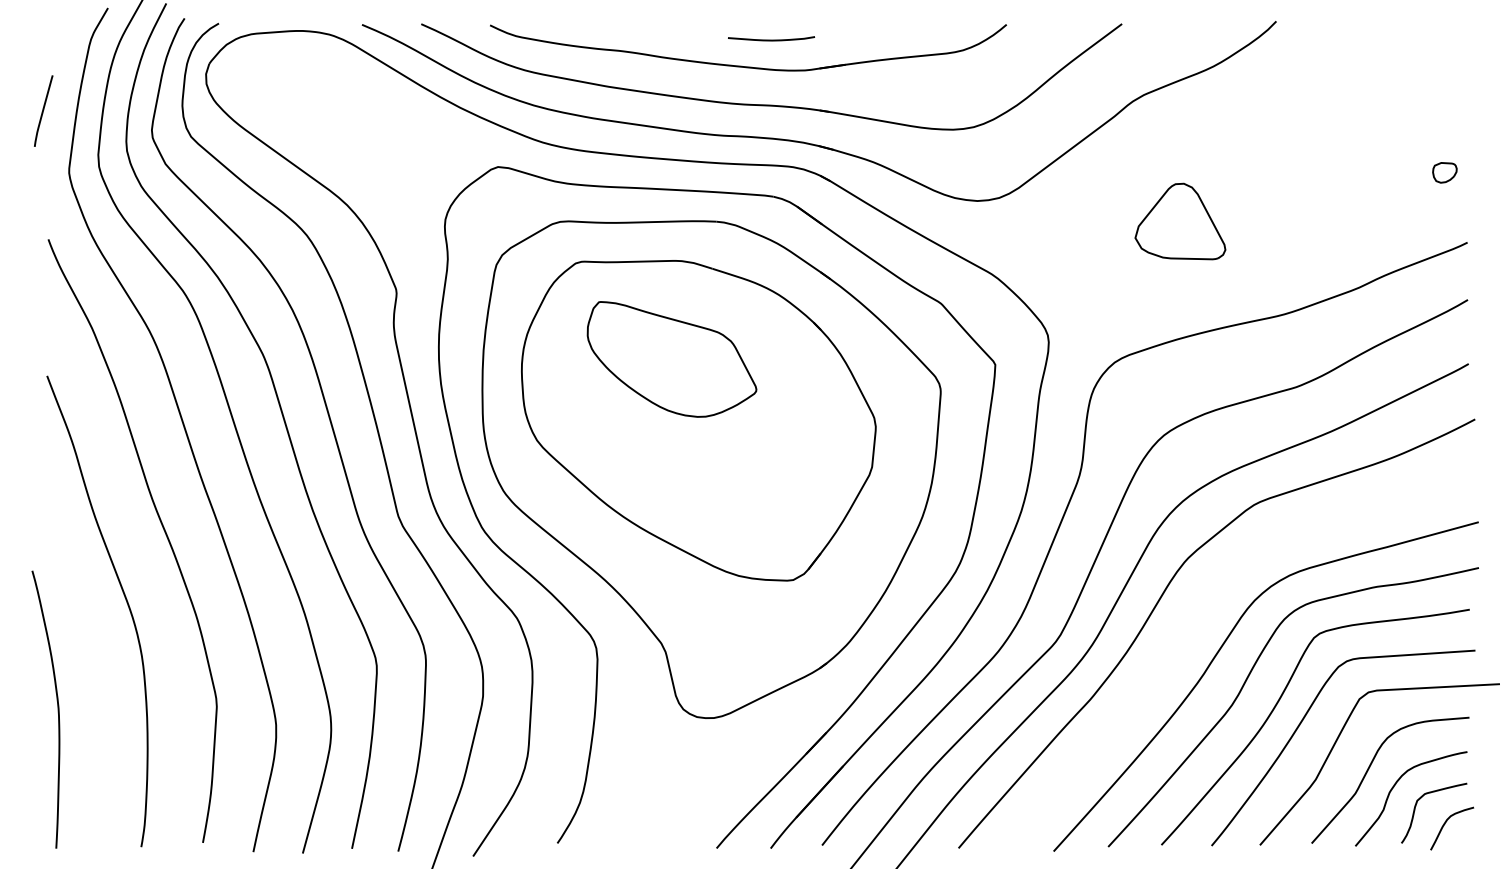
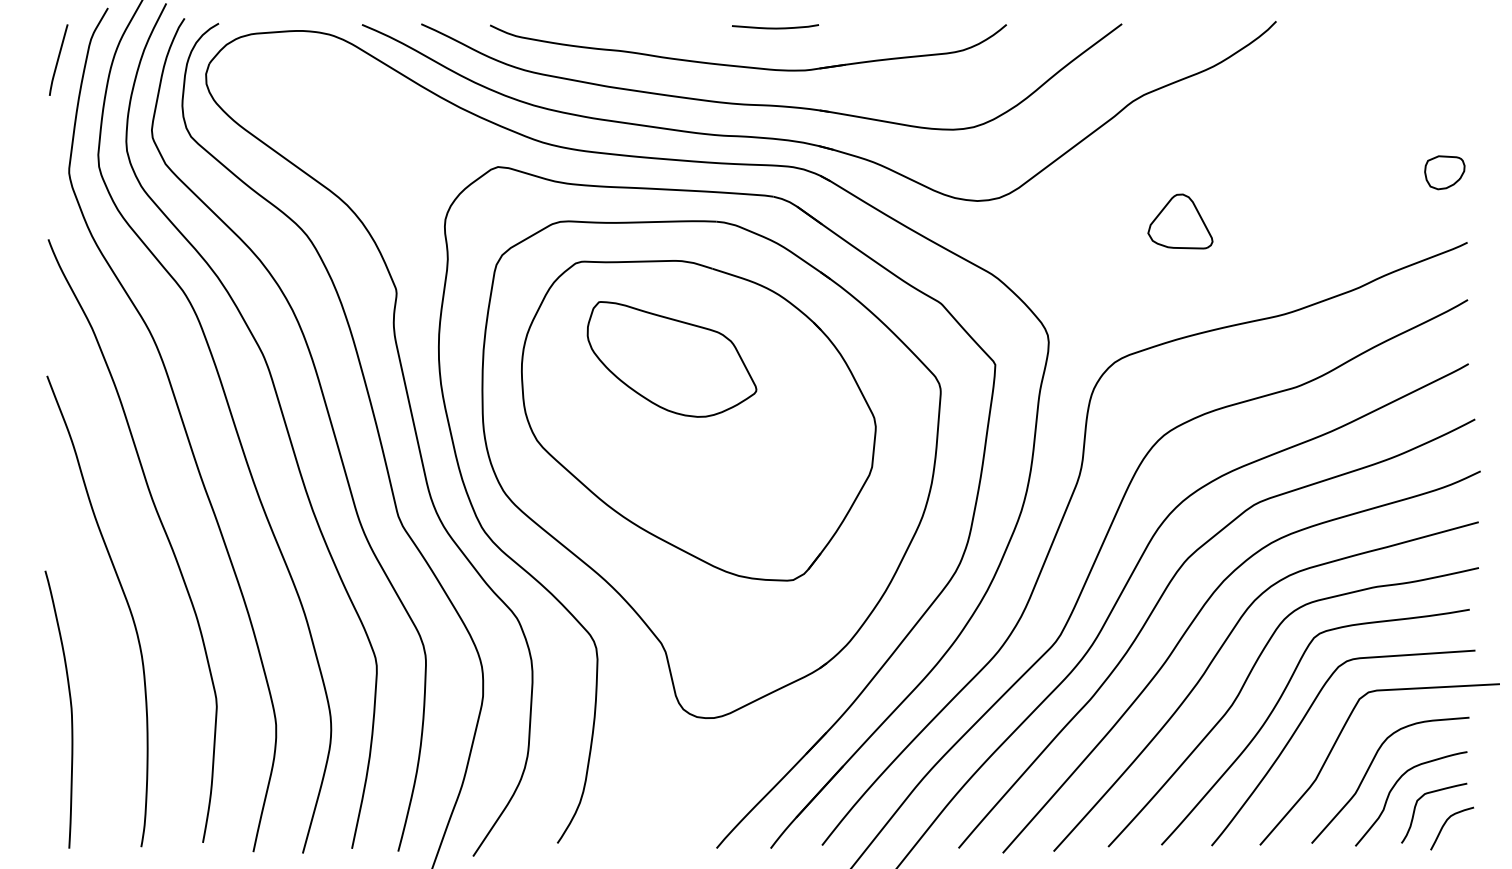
curve at (771, 39) position: (771, 39) -> (775, 27)
line at (43, 110) position: (43, 110) -> (58, 59)
part at (1444, 172) size: 26x22 px -> 42x36 px
part at (1180, 221) size: 93x79 px -> 67x57 px
curve at (1189, 628): none -> present
curve at (57, 709) position: (57, 709) -> (70, 709)
